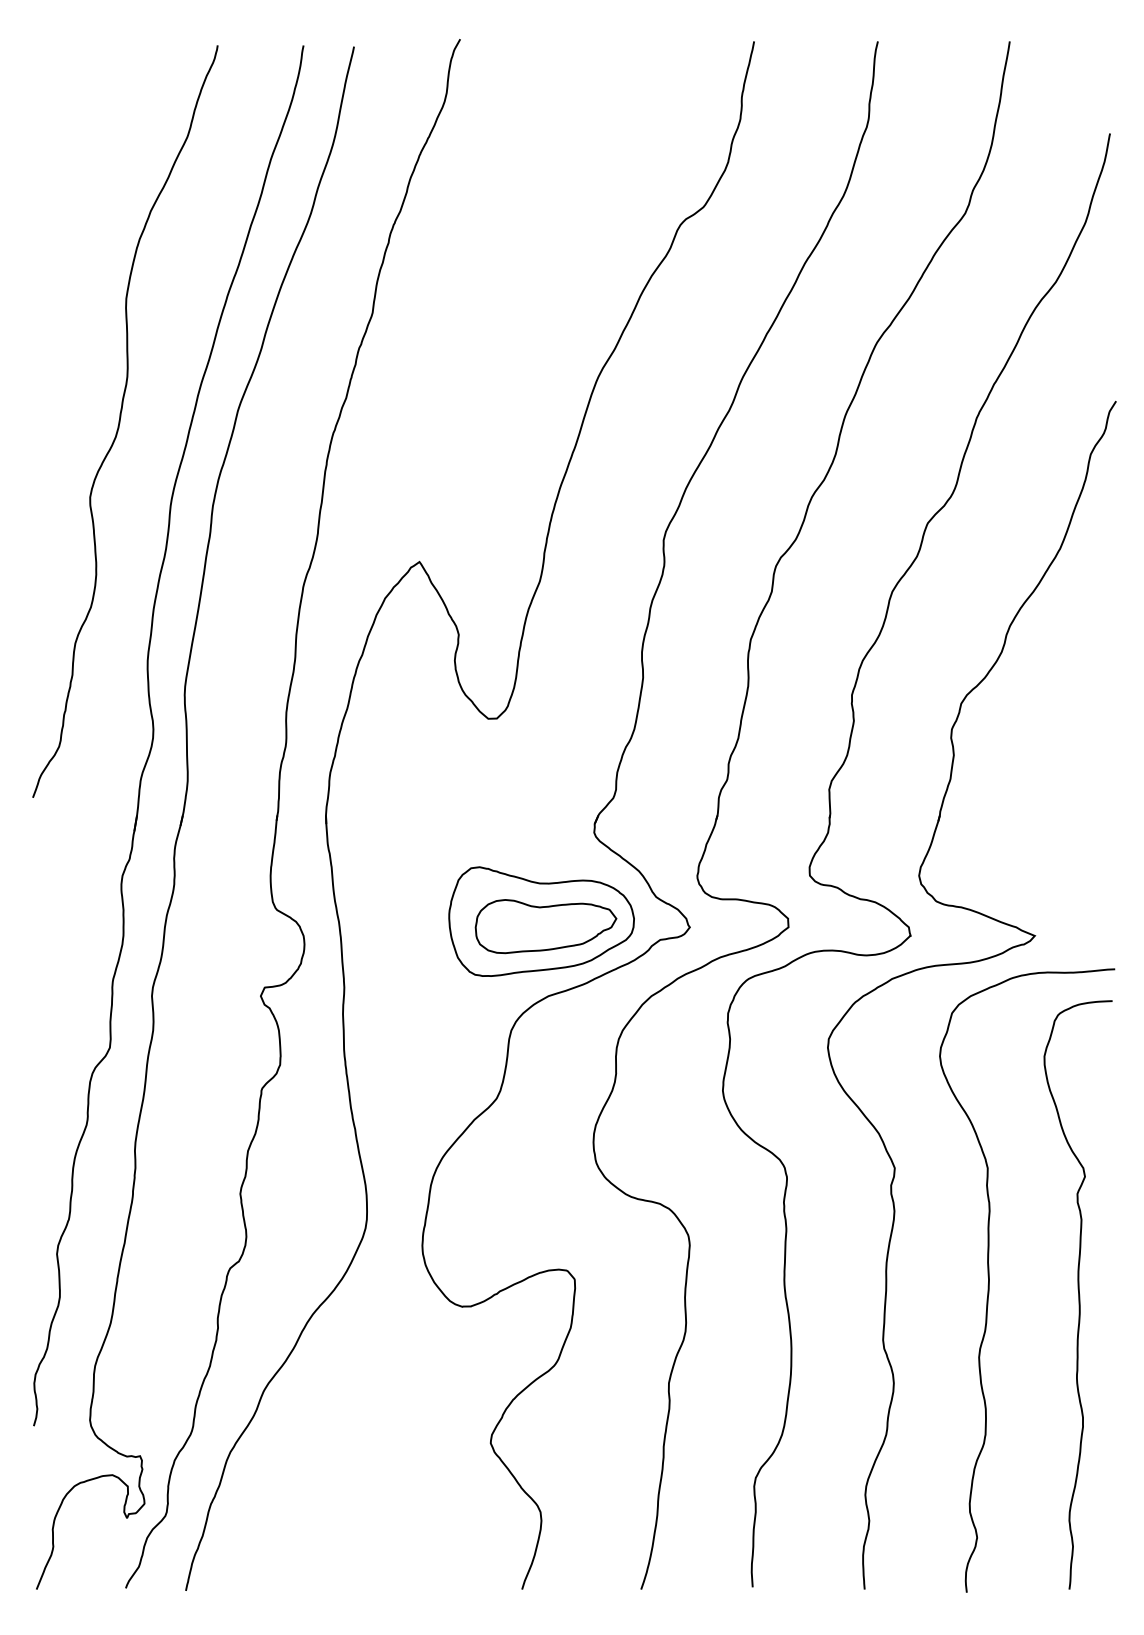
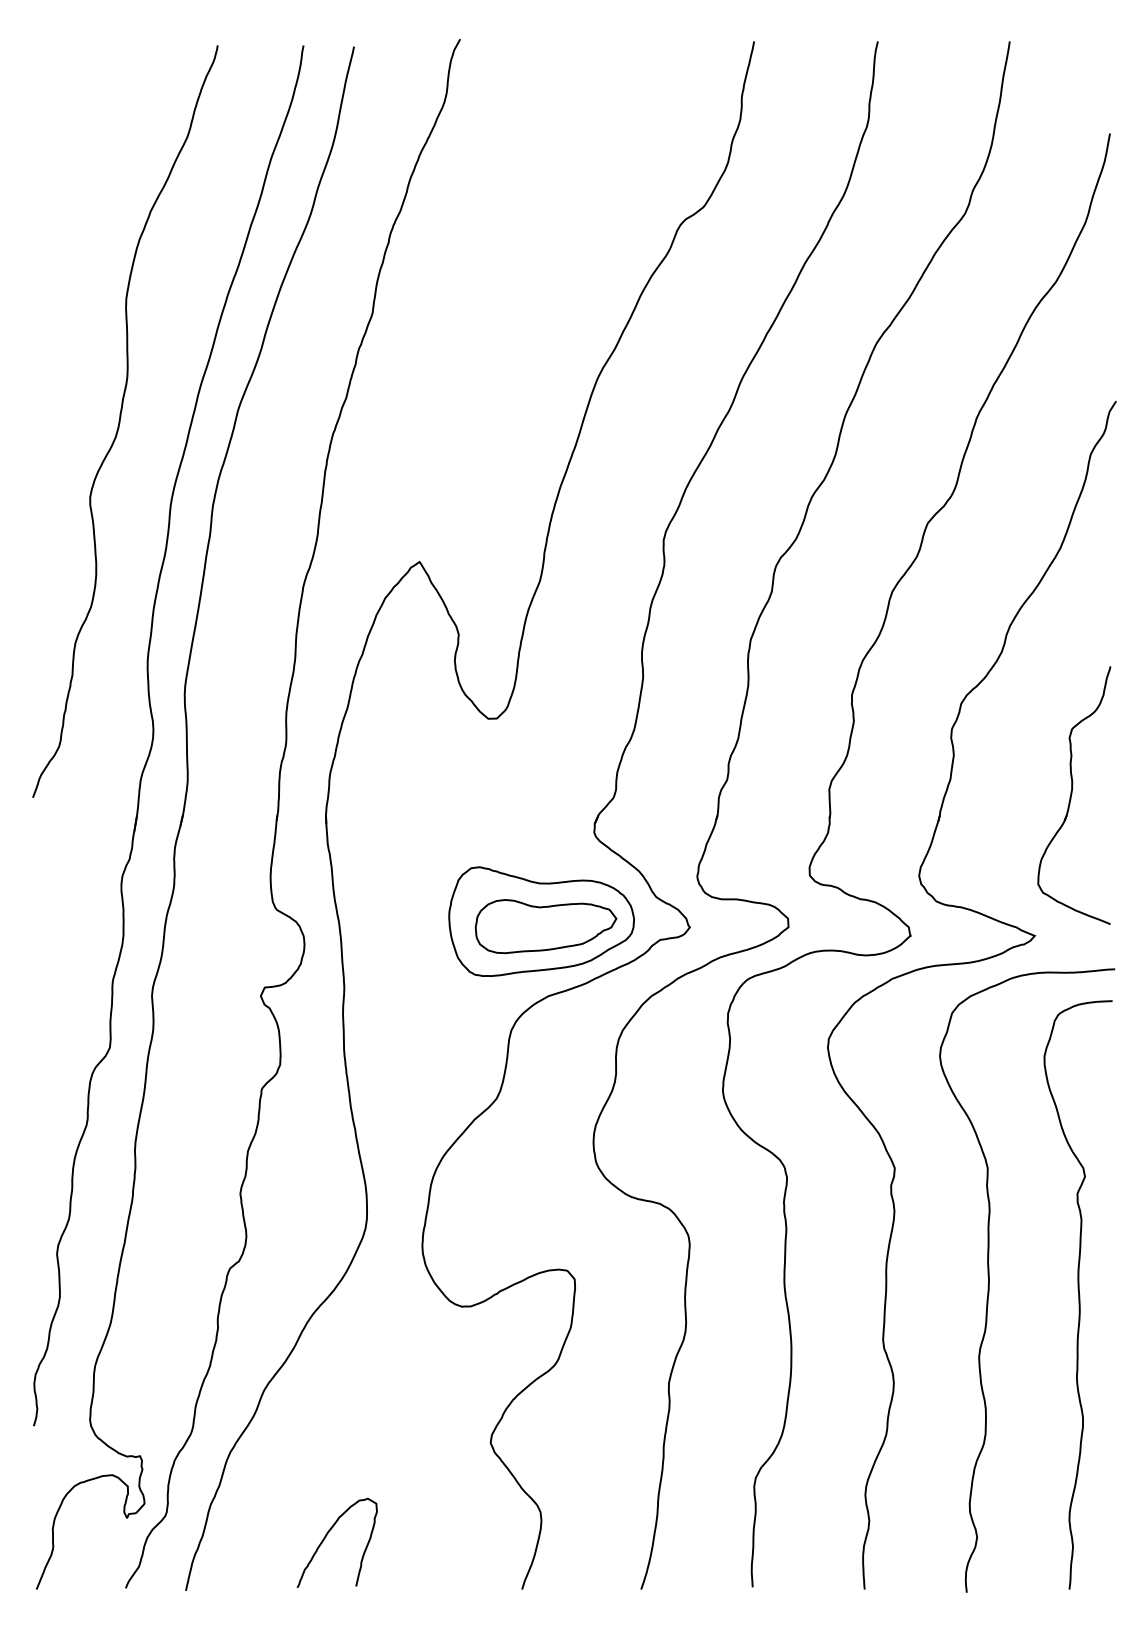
part at (1074, 795): none -> present
curve at (326, 1537): none -> present
